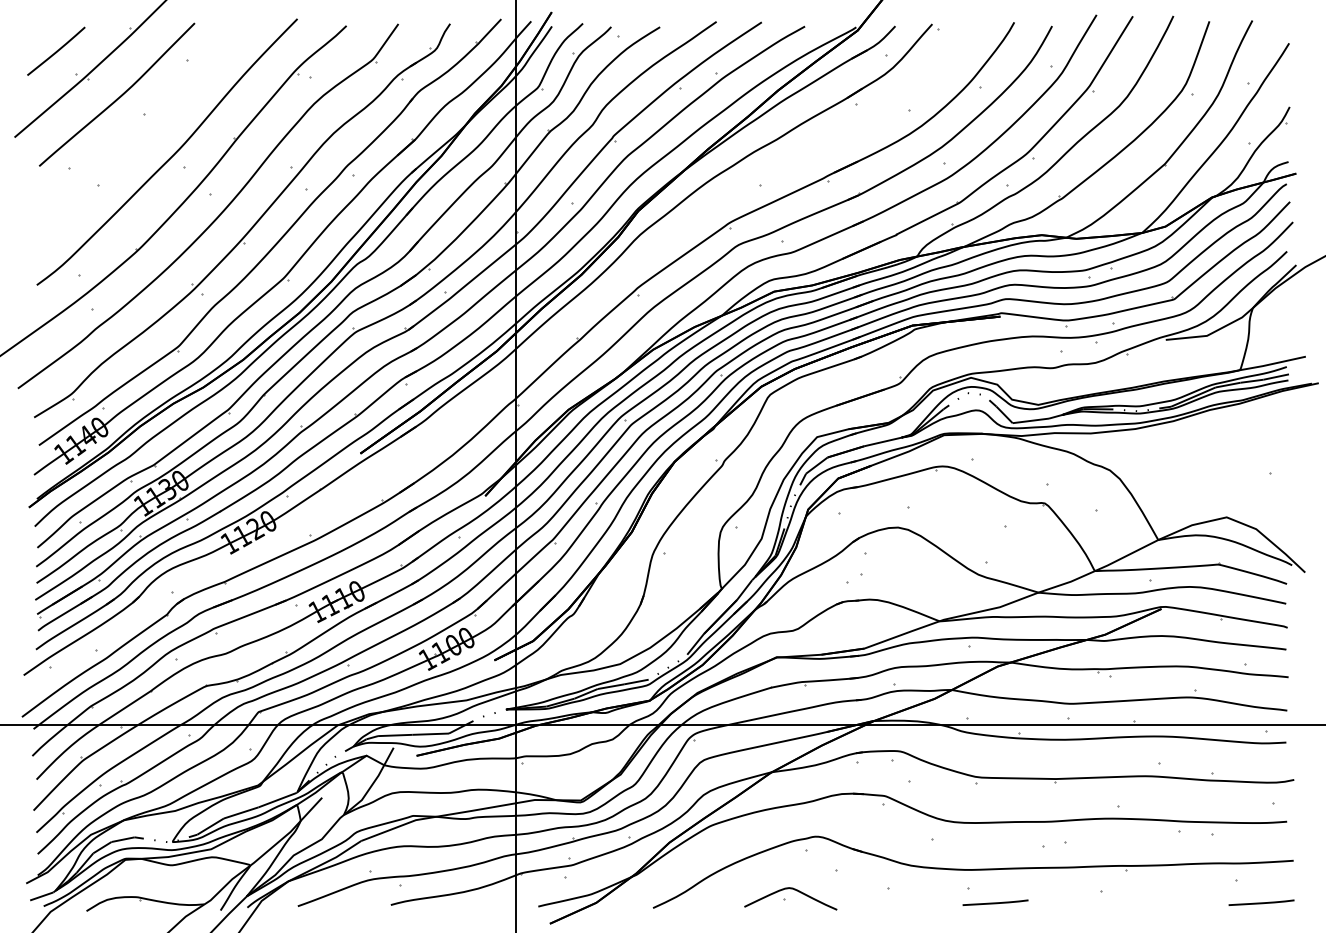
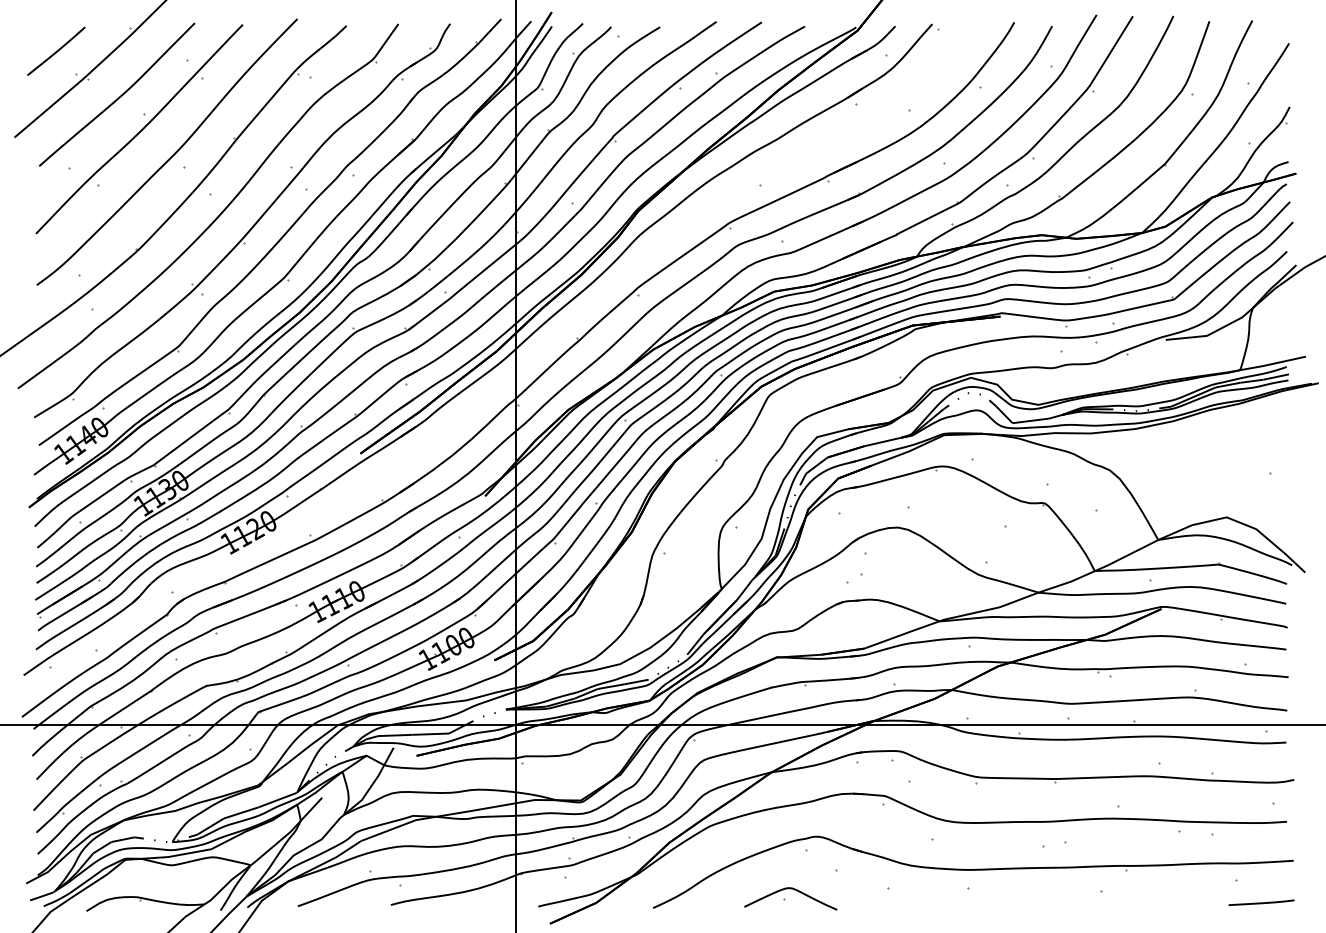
part at (139, 129): none -> present
line at (995, 902): present -> none
